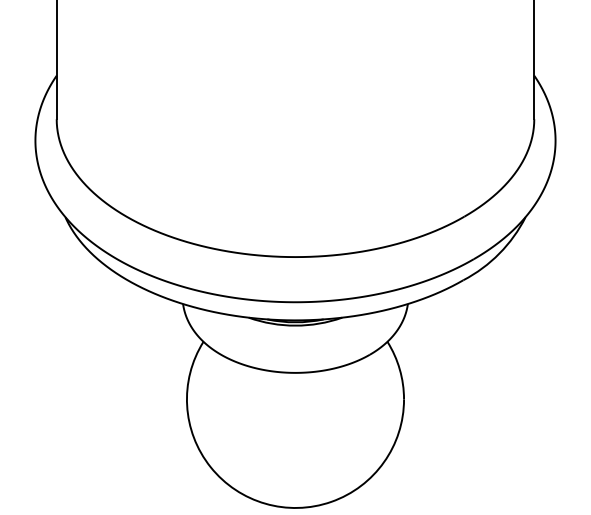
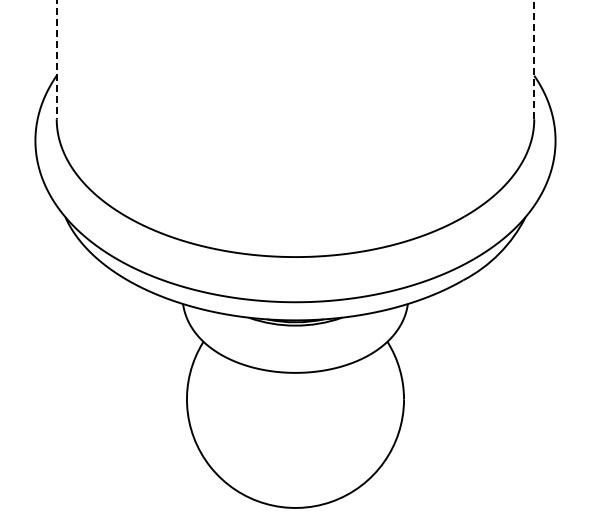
line at (534, 59): solid -> dashed
line at (56, 60): solid -> dashed
